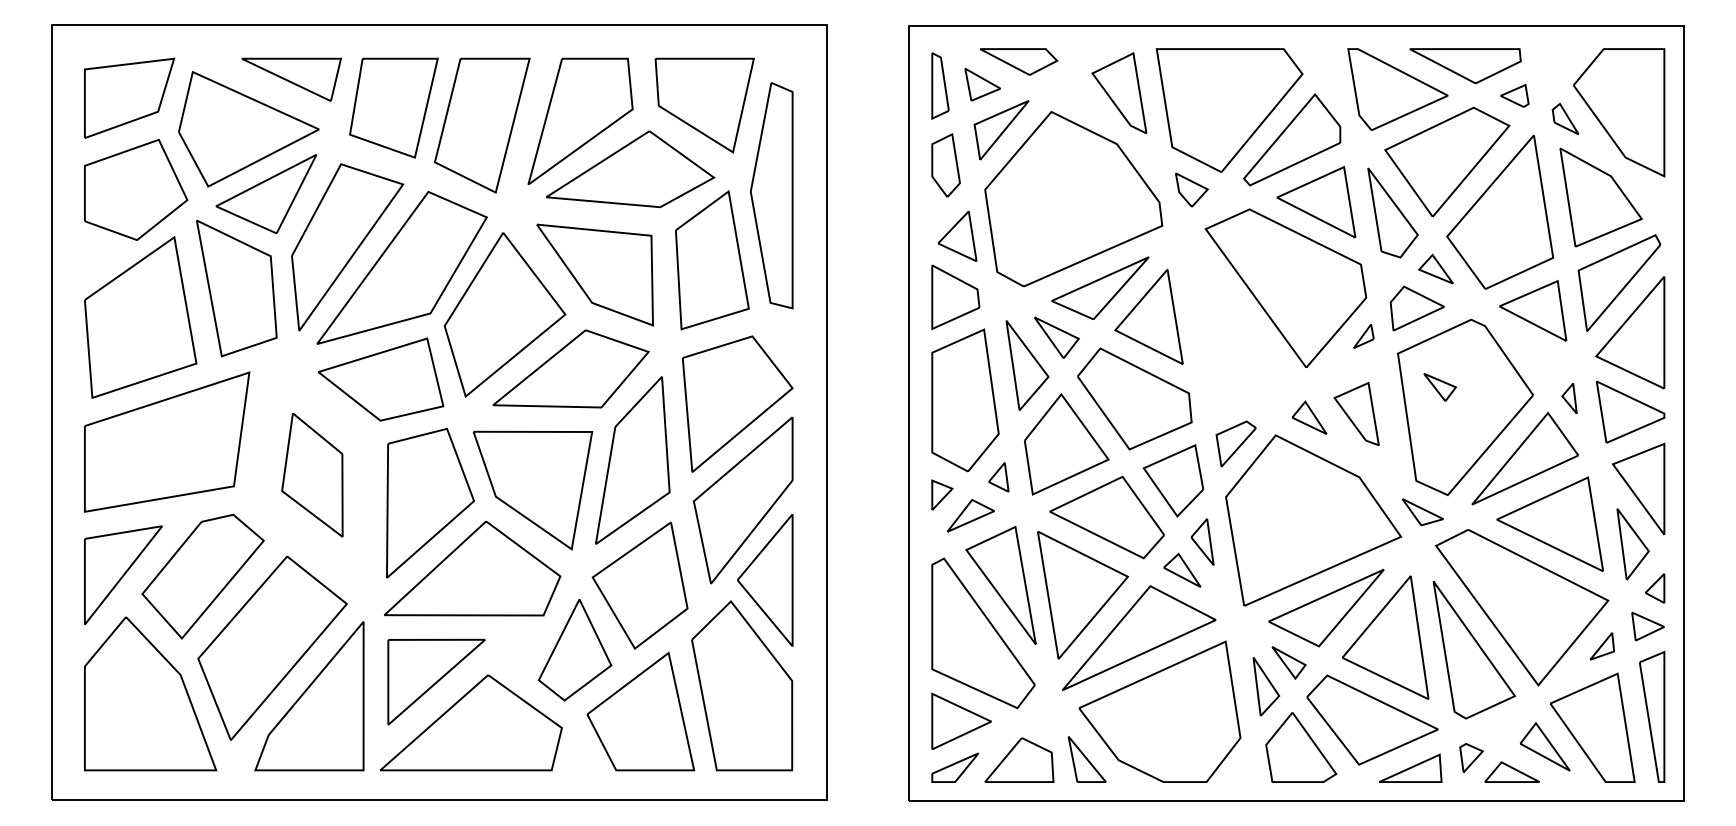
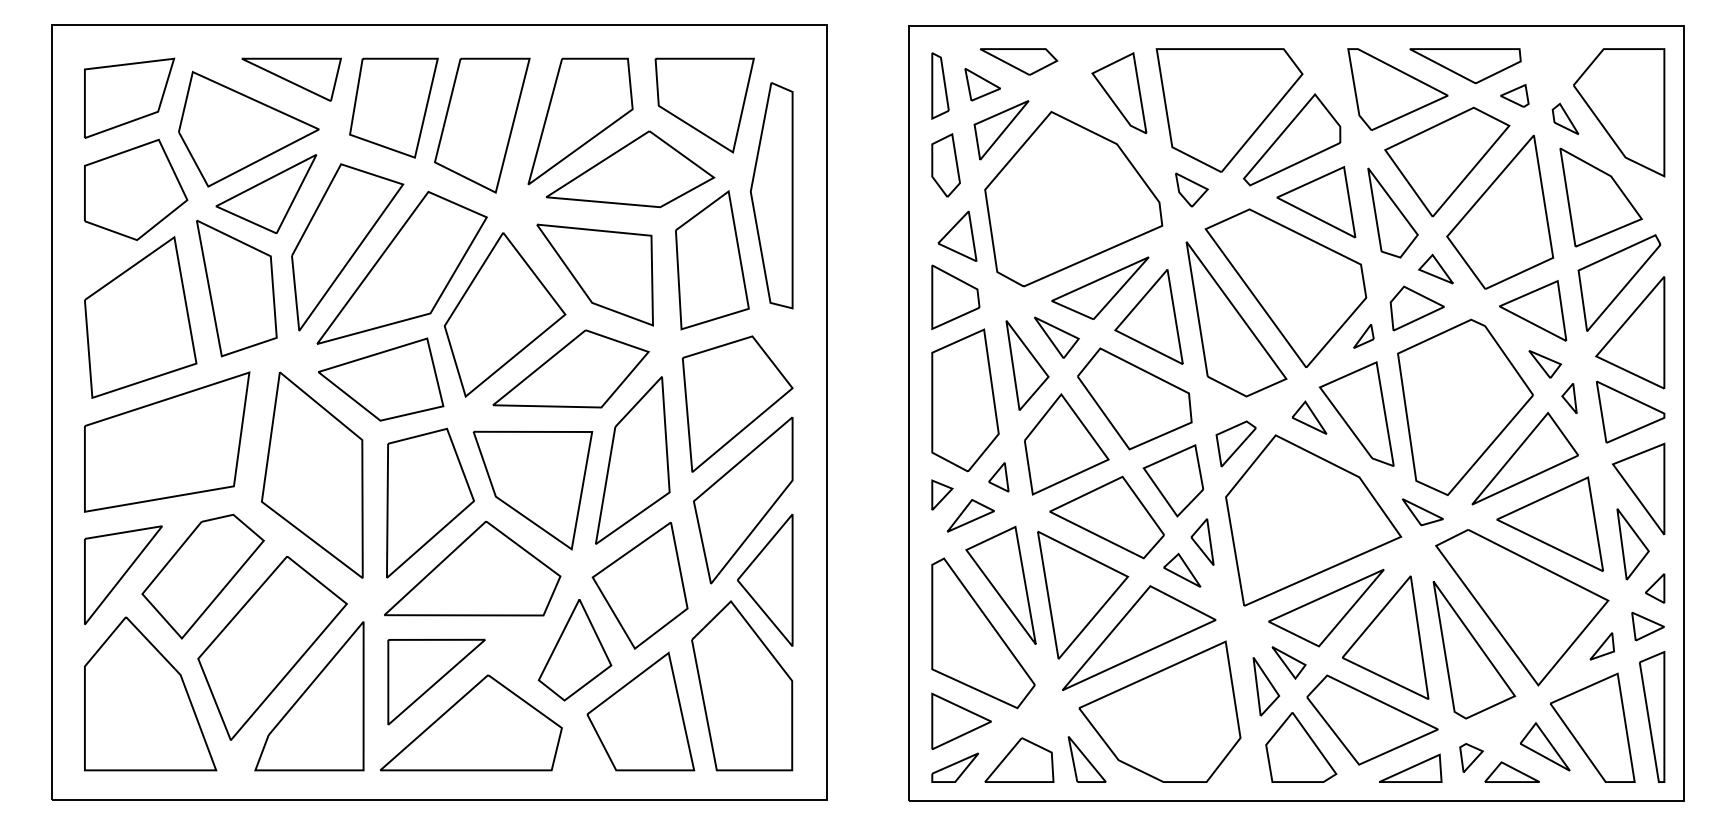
part at (1236, 319): none -> present
part at (1439, 387) position: (1439, 387) -> (1544, 364)
part at (1356, 413) size: 47x64 px -> 77x106 px
part at (312, 474) size: 63x126 px -> 103x208 px
